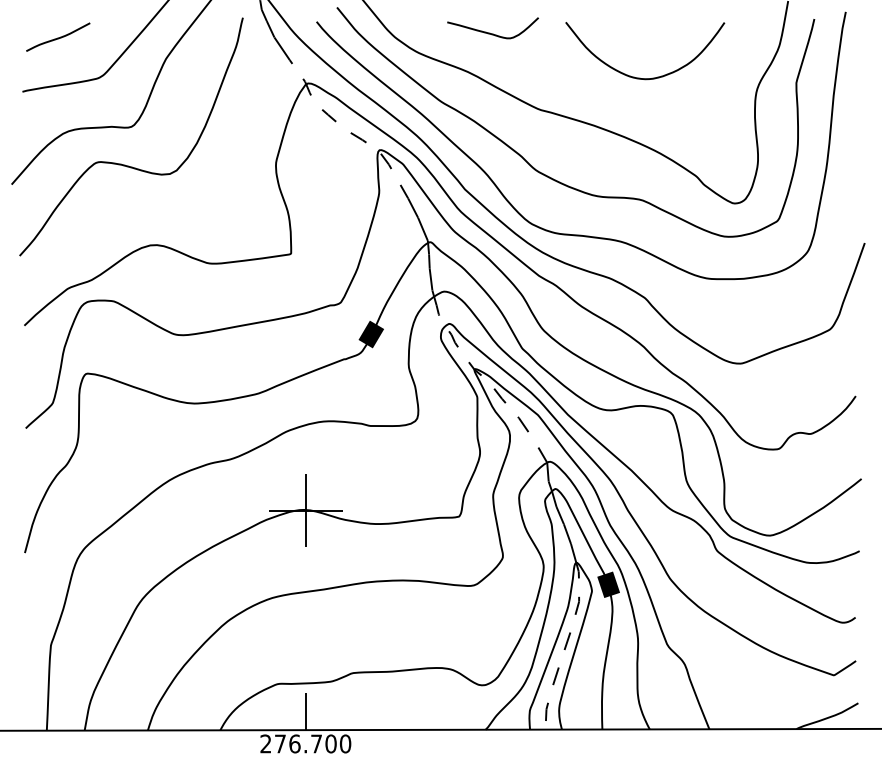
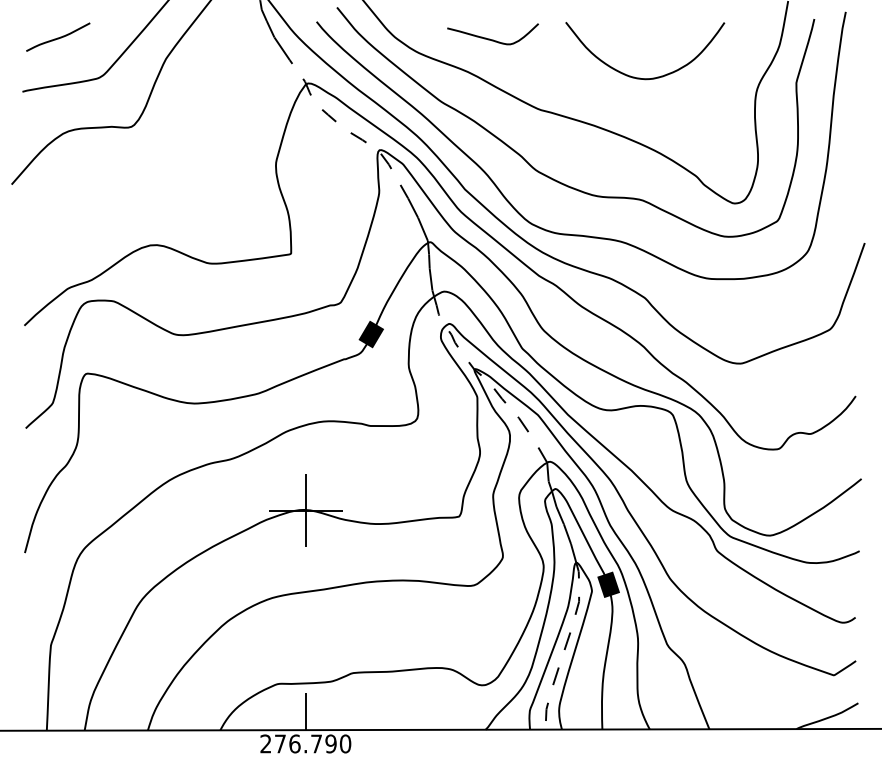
curve at (489, 32) position: (489, 32) -> (489, 38)
curve at (125, 164): present -> none
text at (330, 743): 276.700 -> 276.790
